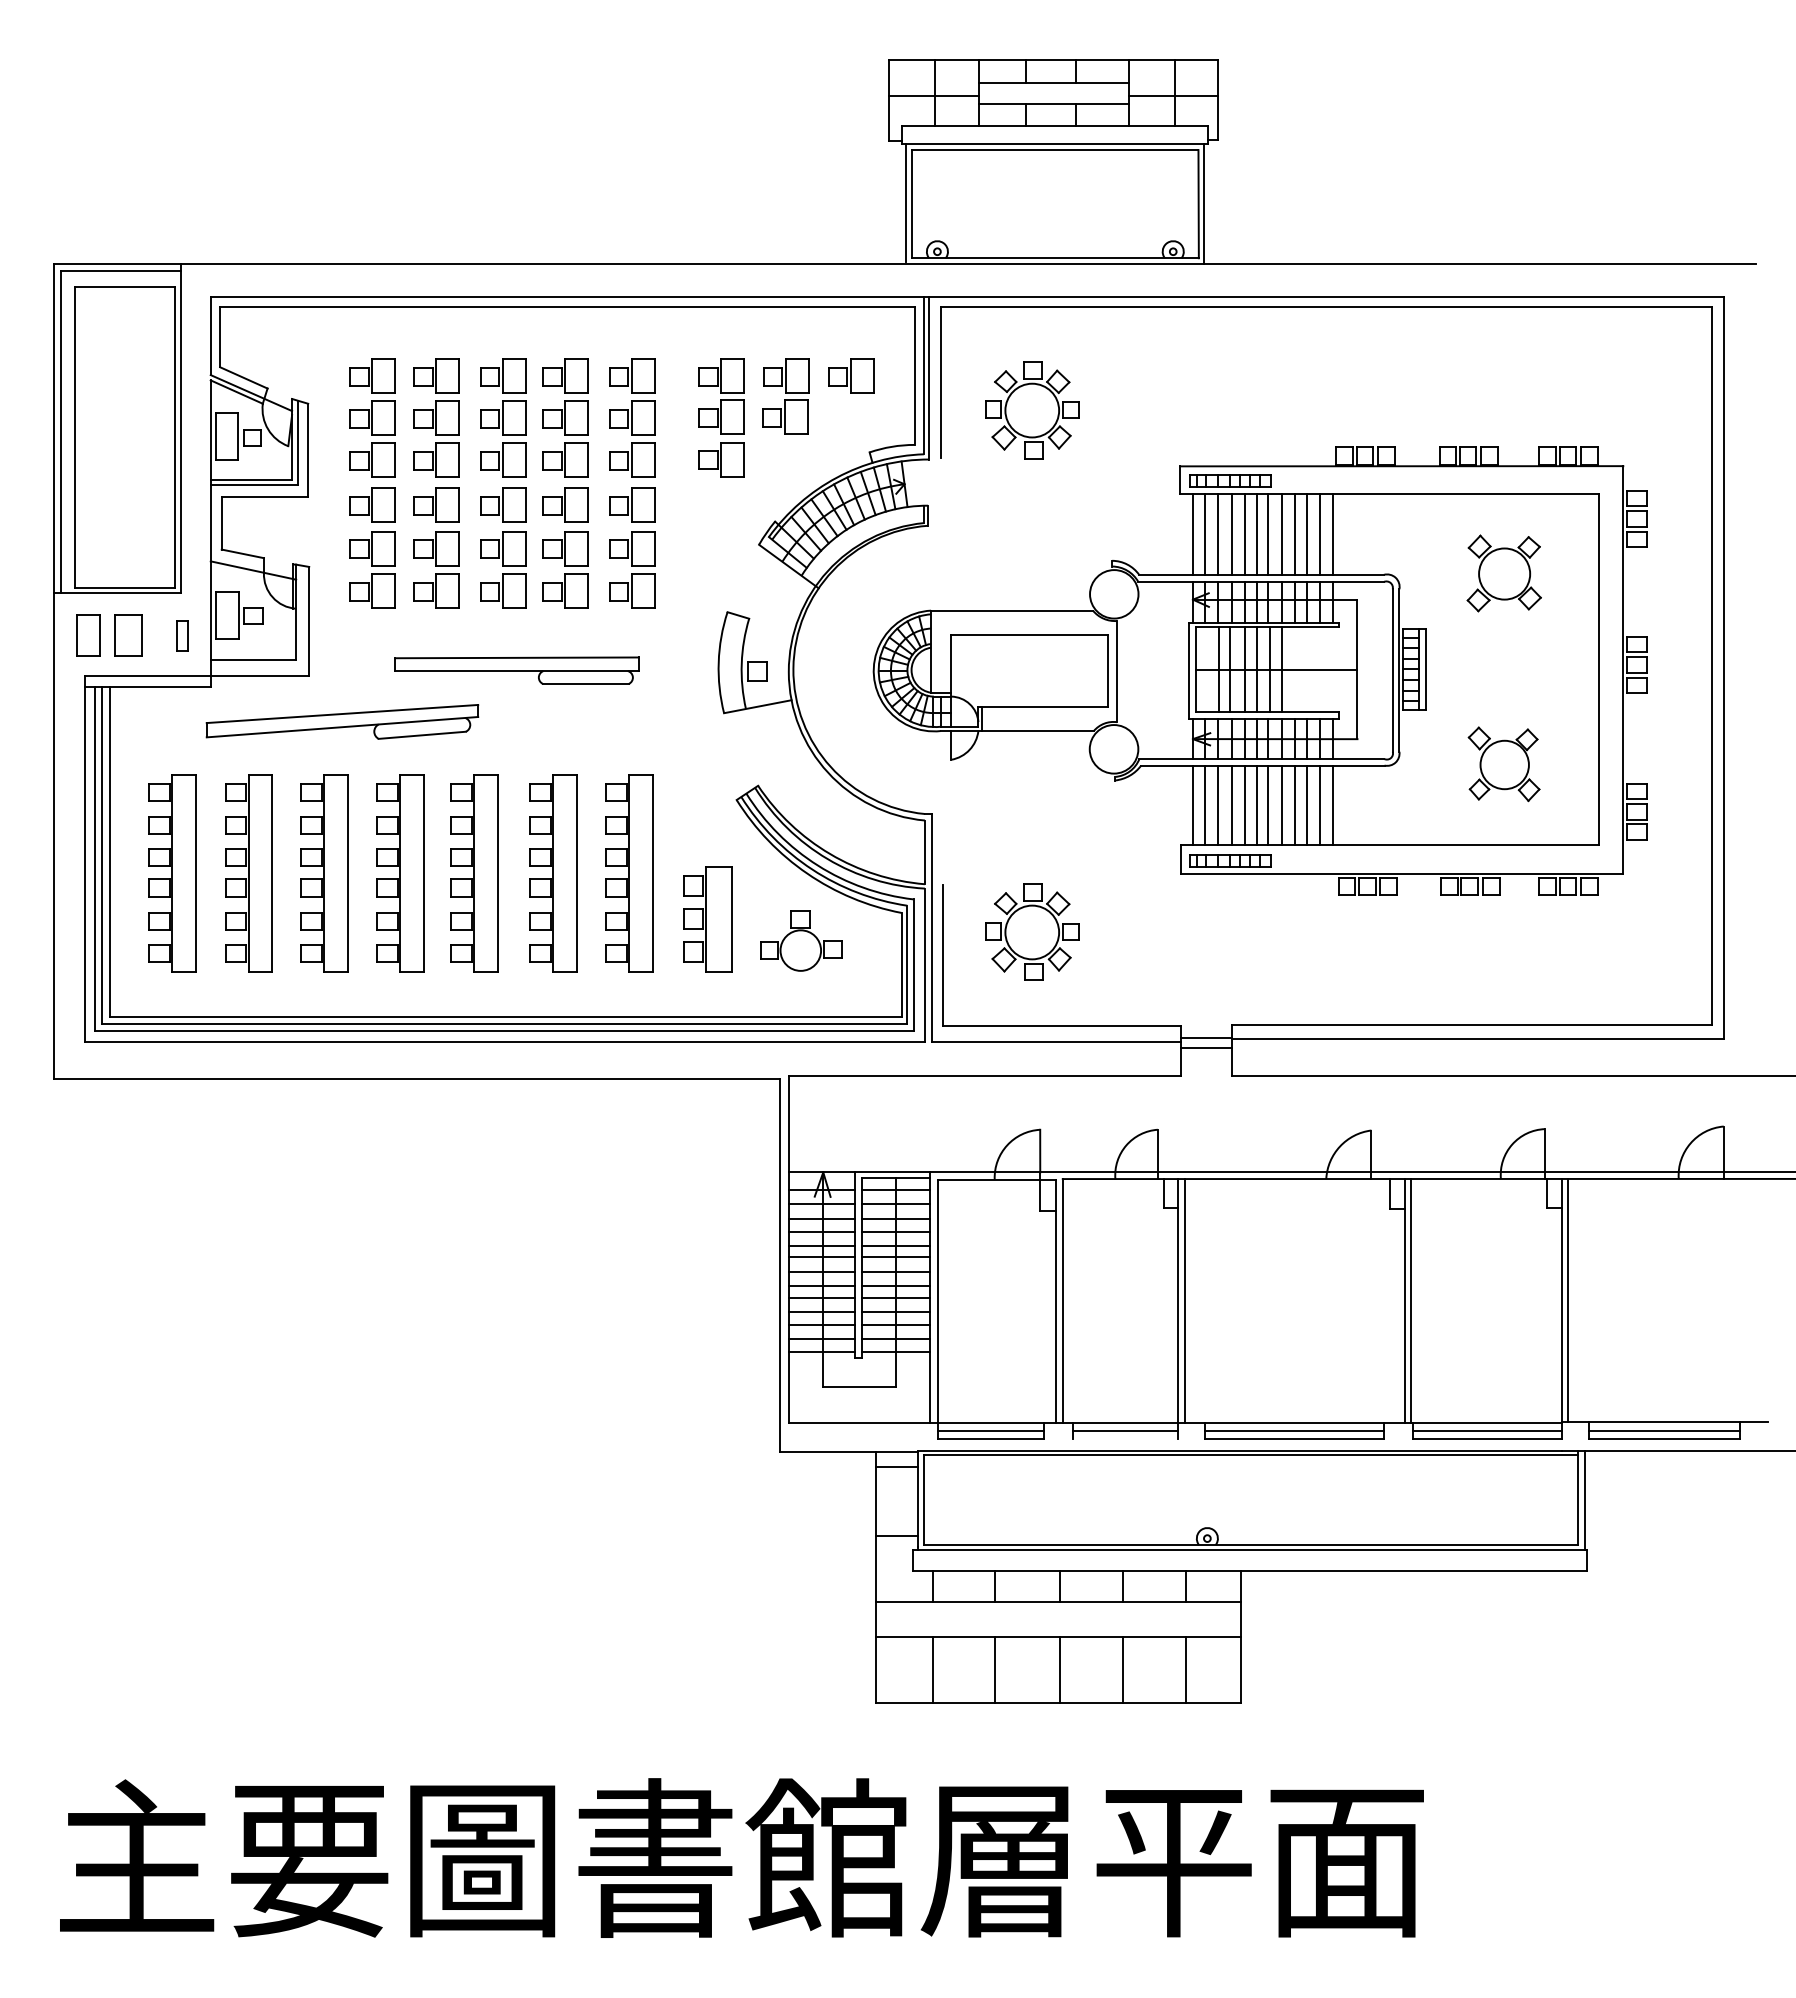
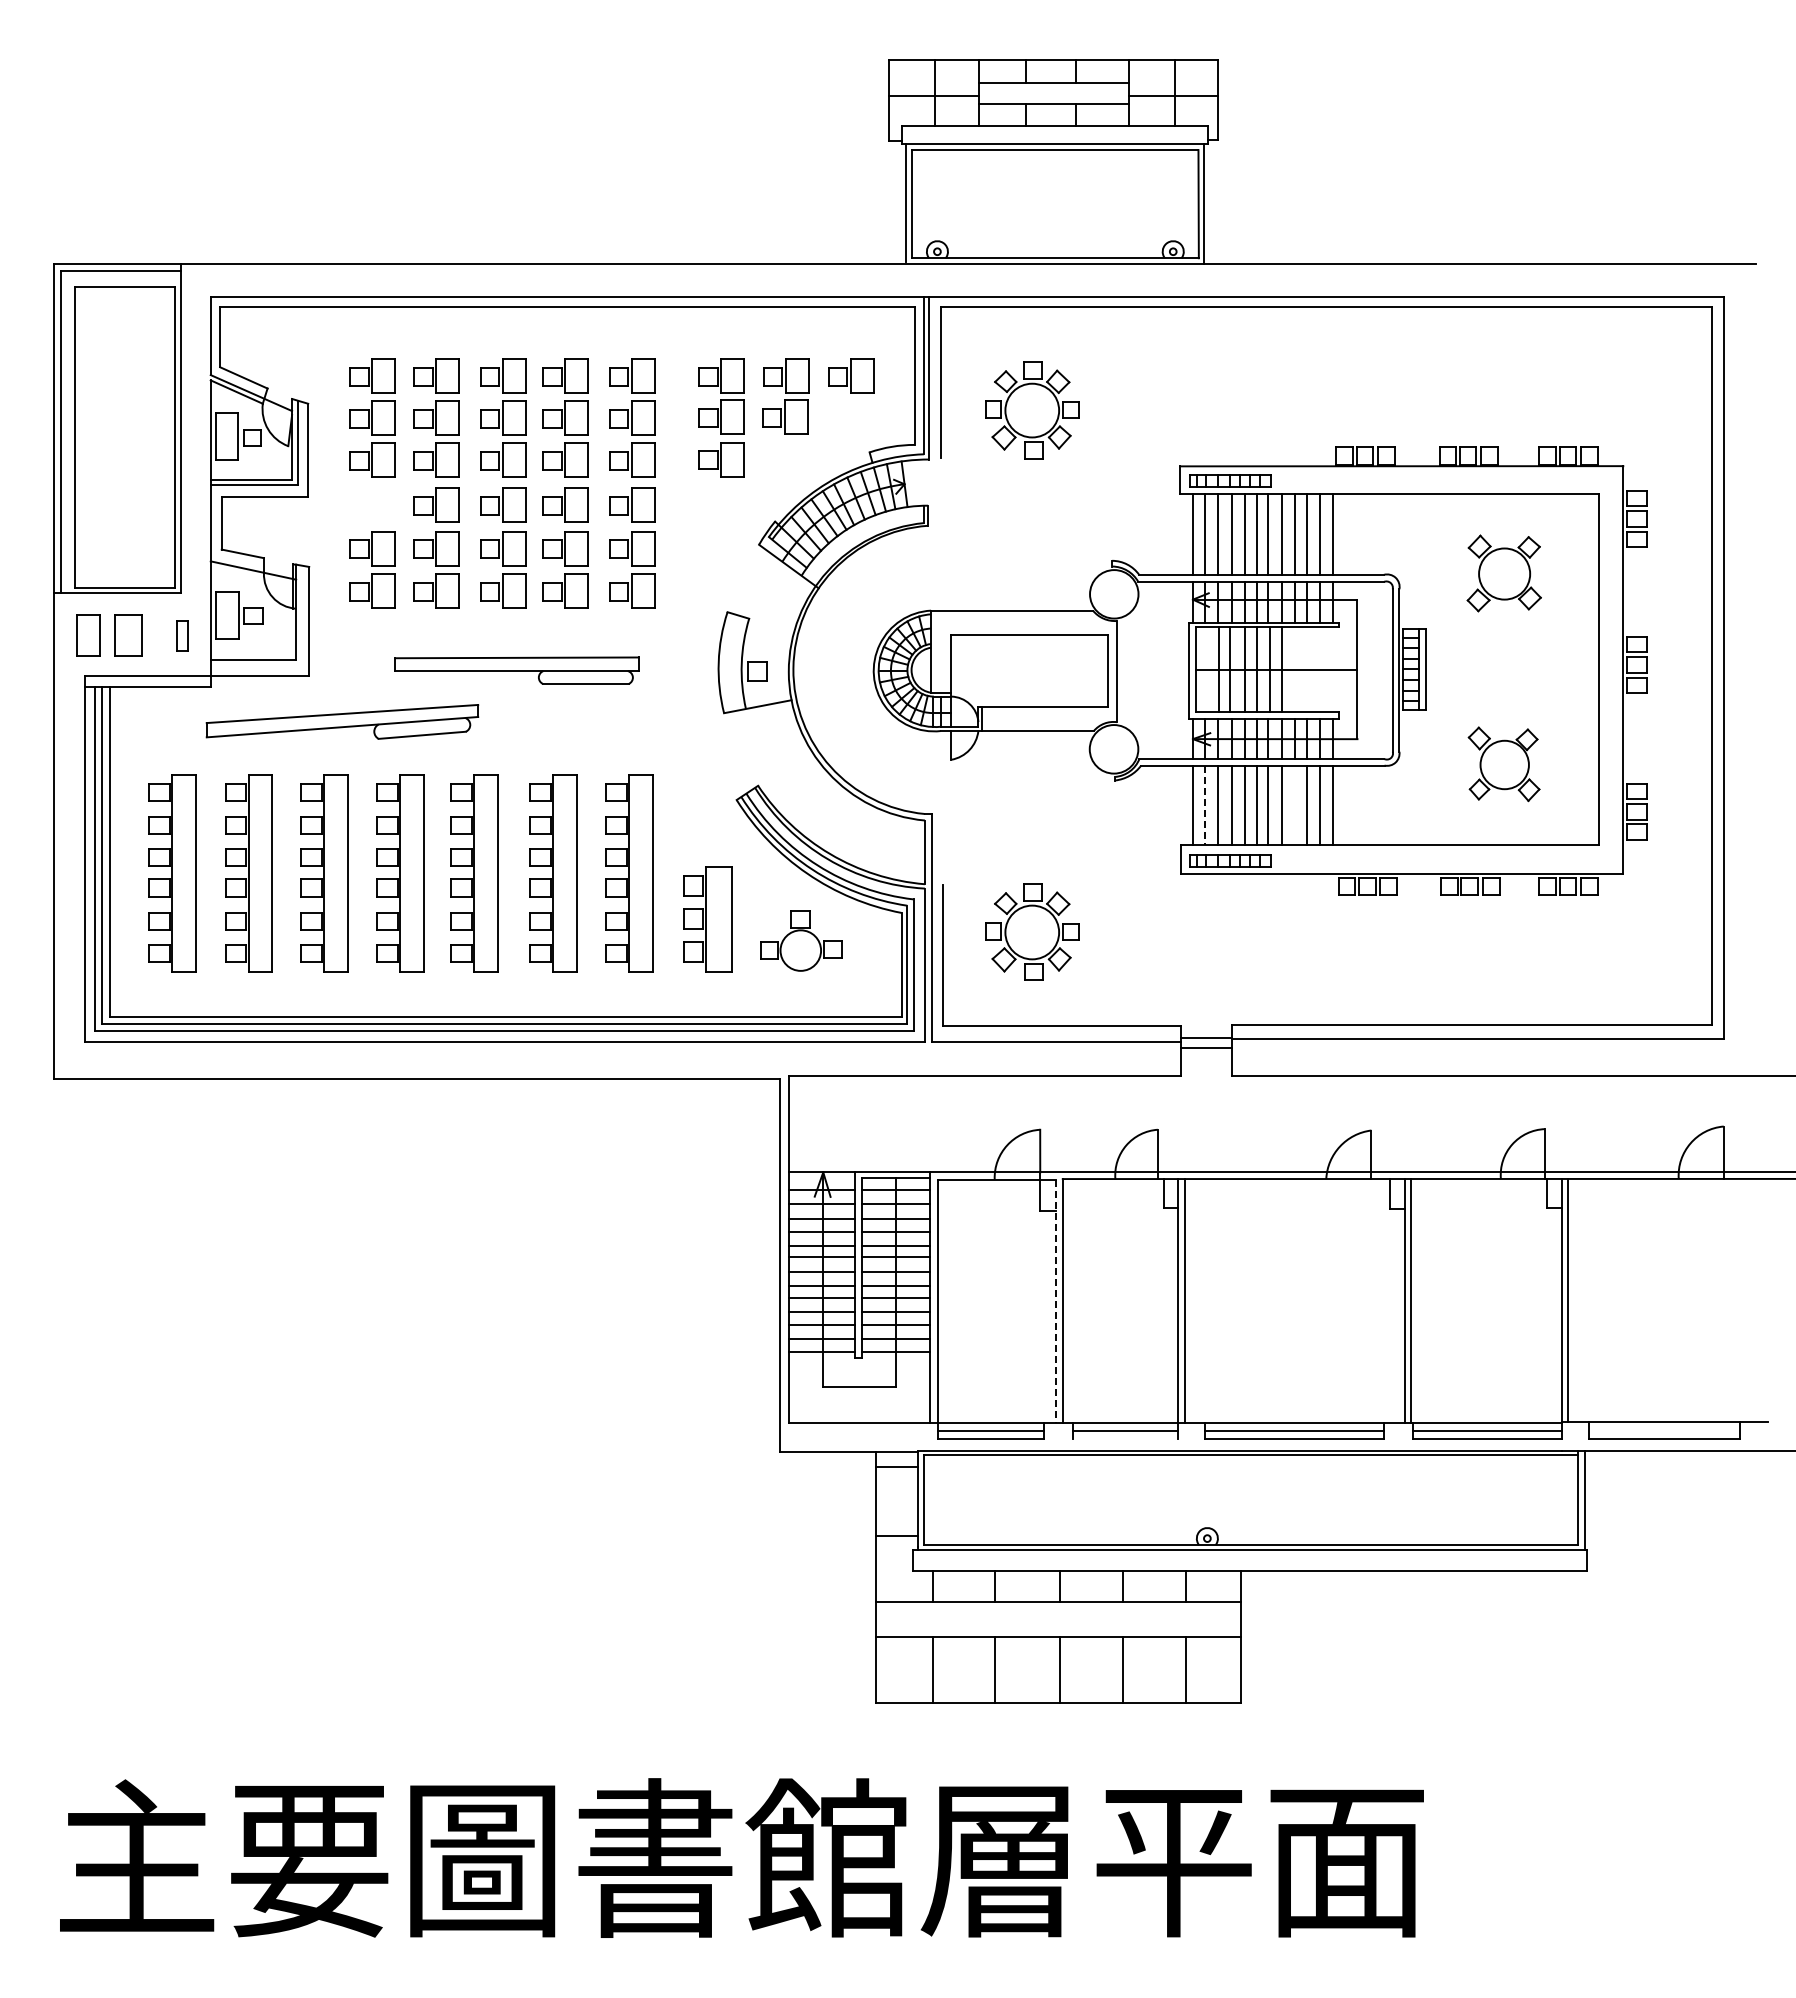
part at (372, 504): present -> none
line at (1205, 805): solid -> dashed
line at (1294, 805): present -> none
line at (1056, 1301): solid -> dashed
line at (1664, 1430): present -> none
